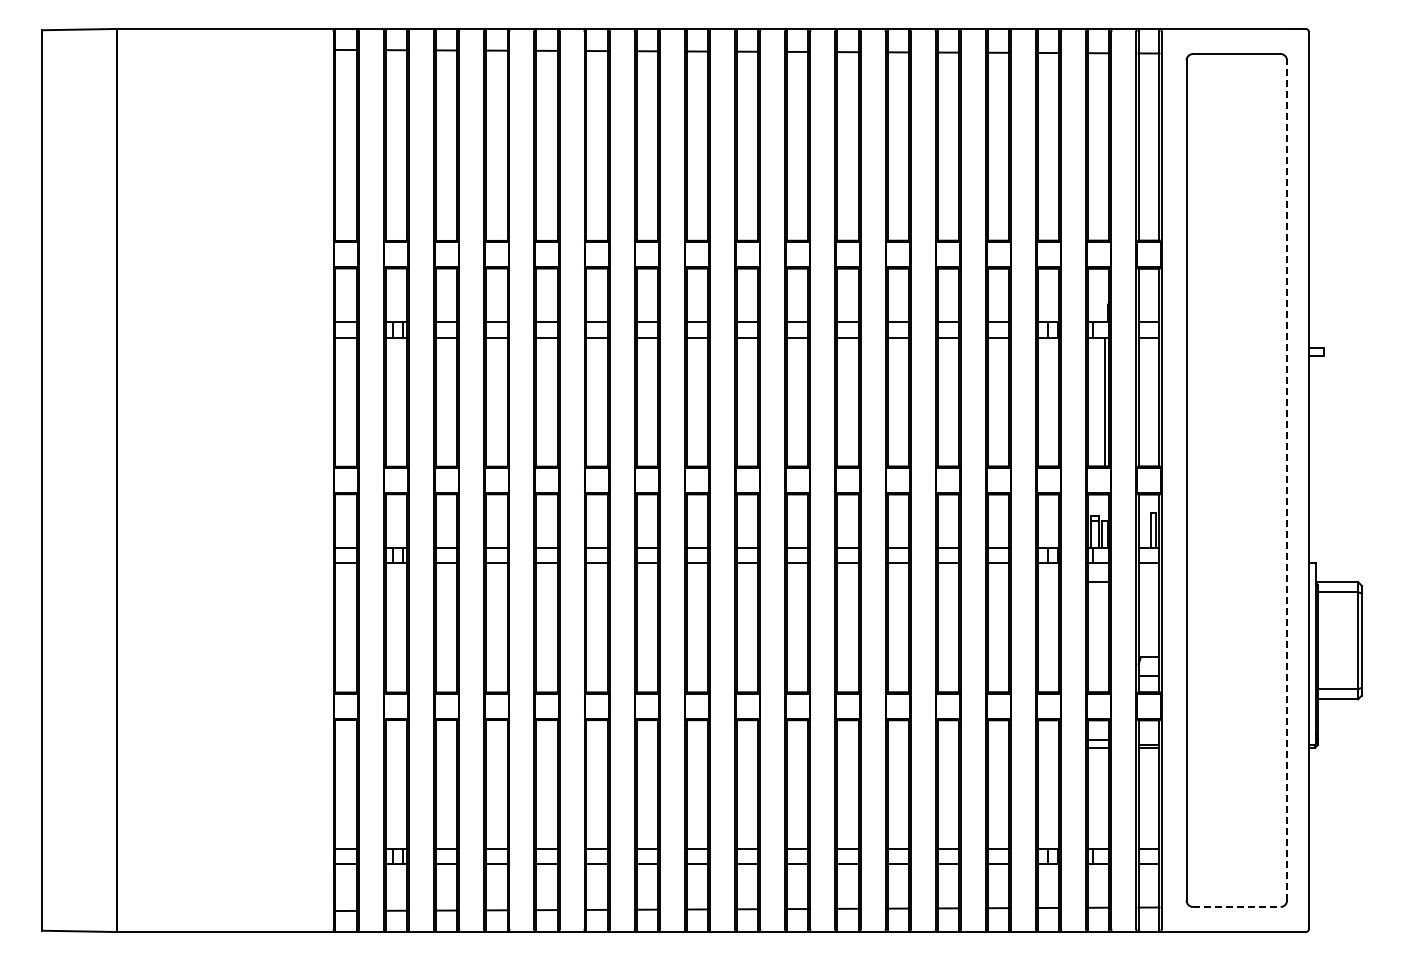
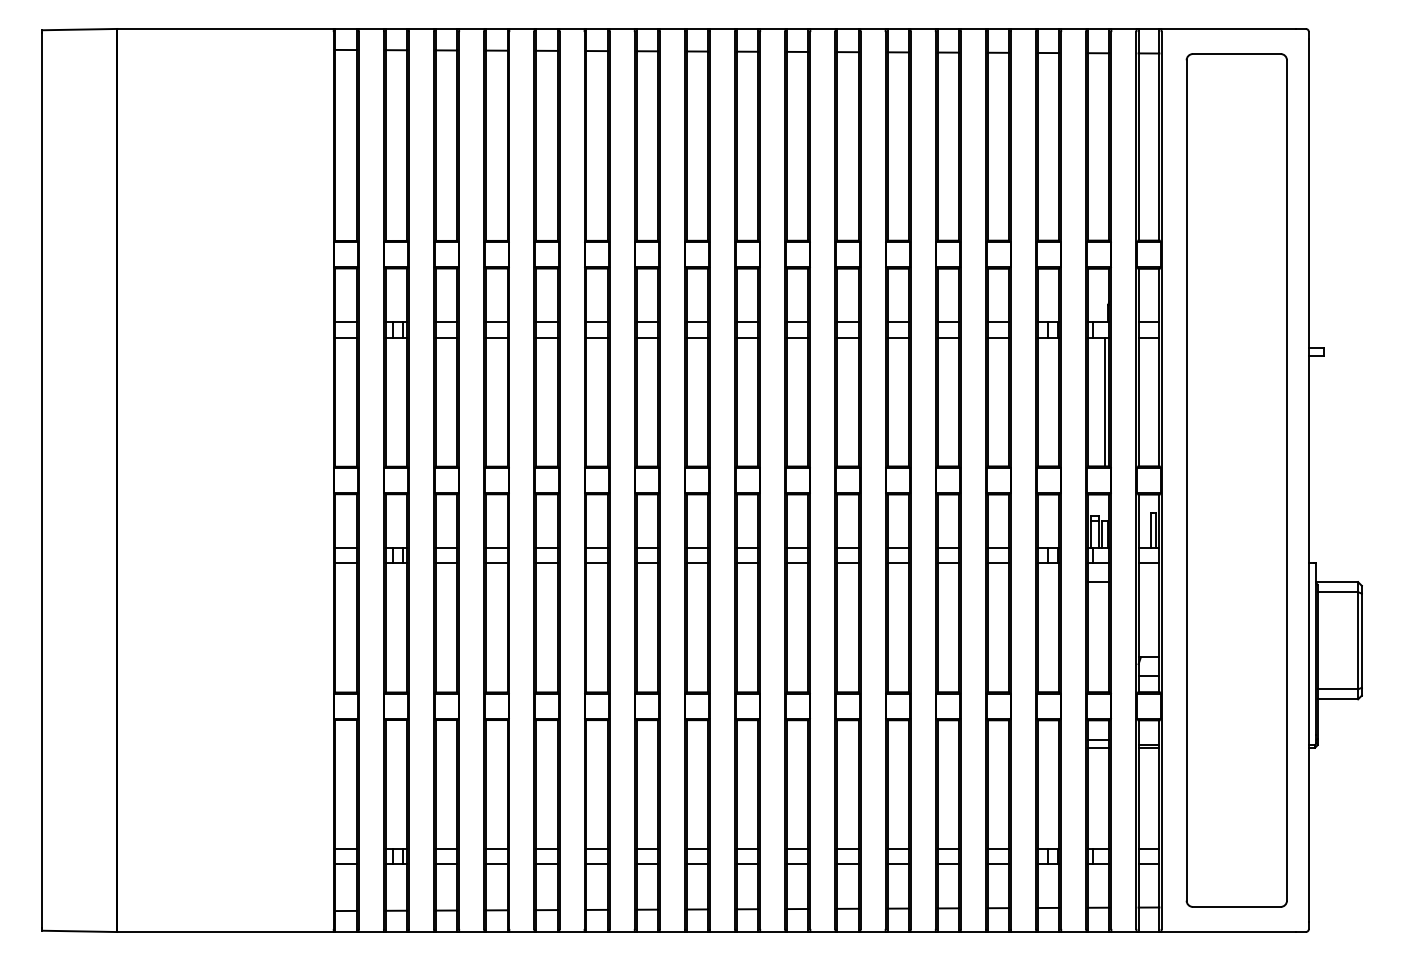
line at (1286, 480): dashed -> solid
line at (1236, 906): dashed -> solid
